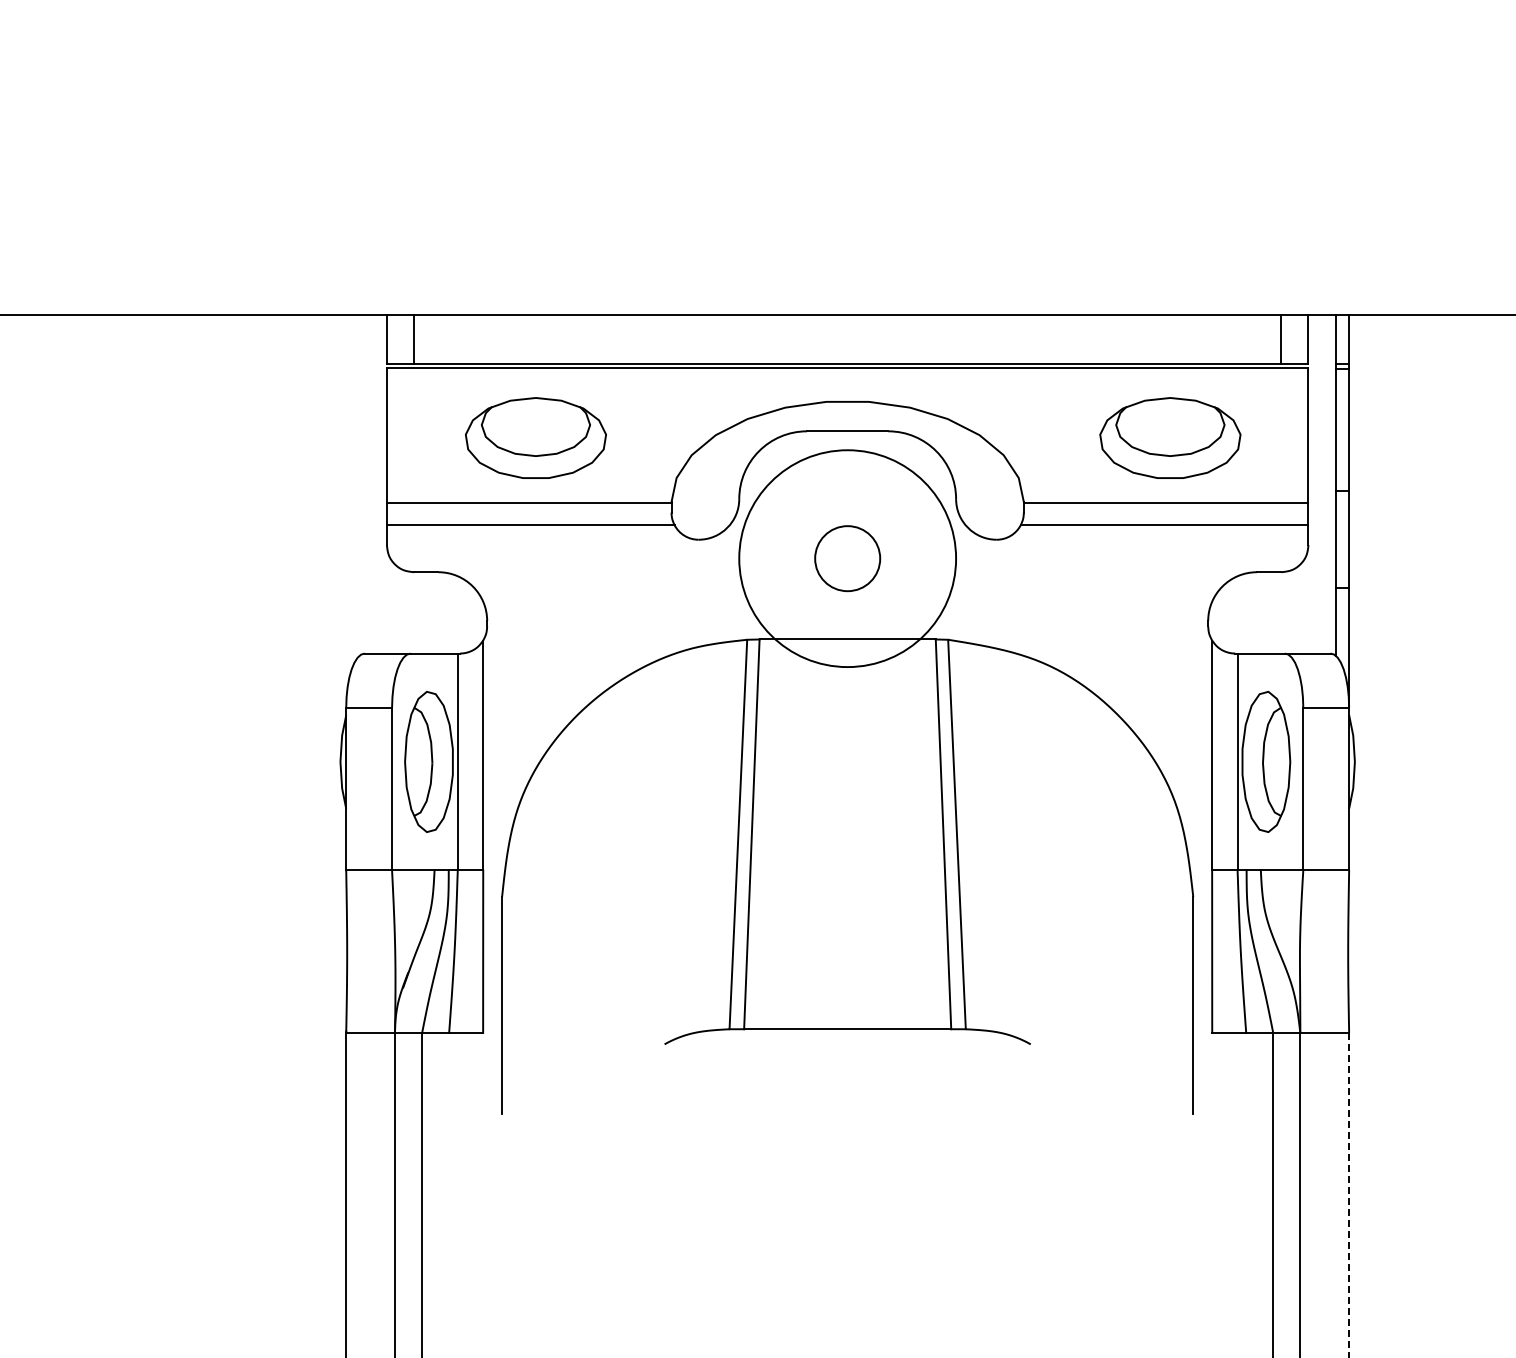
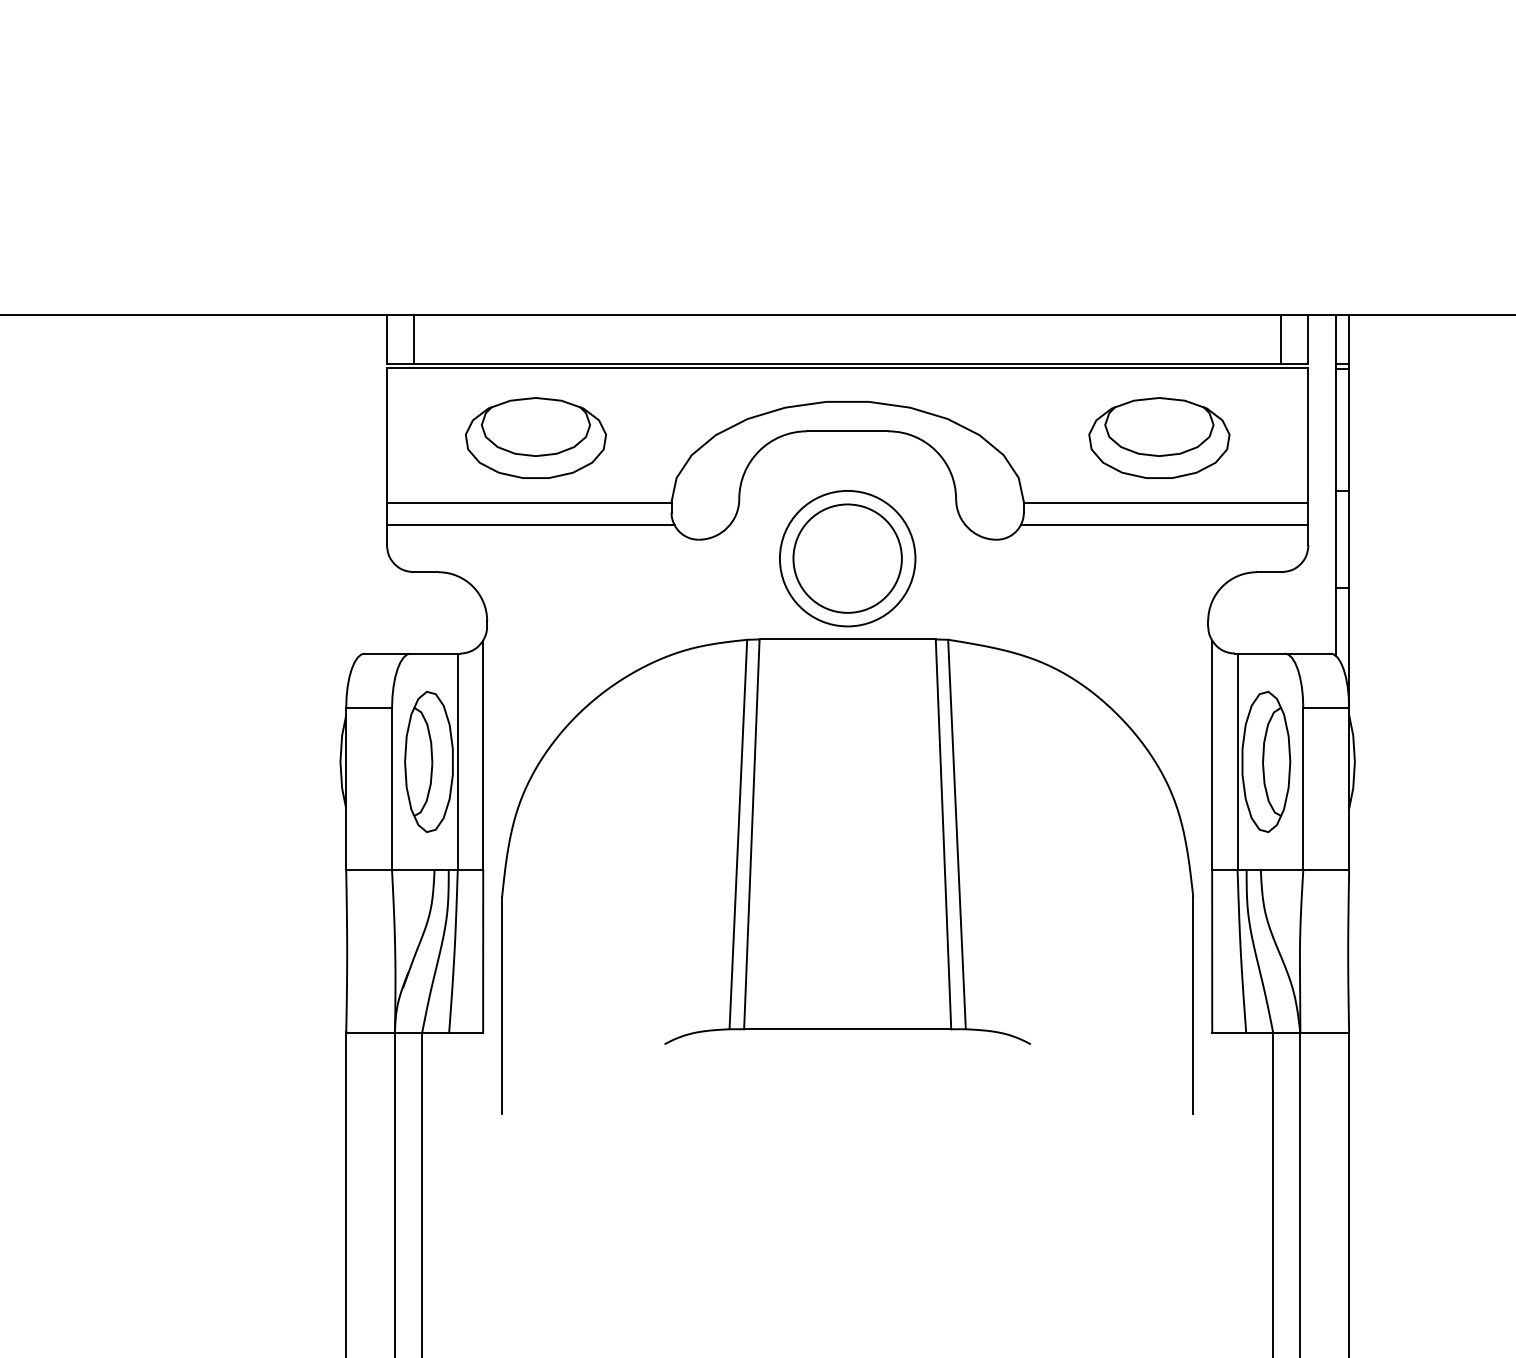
part at (1170, 437) position: (1170, 437) -> (1159, 437)
circle at (847, 558) diameter: 217 px -> 136 px
circle at (847, 558) diameter: 65 px -> 108 px
line at (1349, 1195): dashed -> solid
